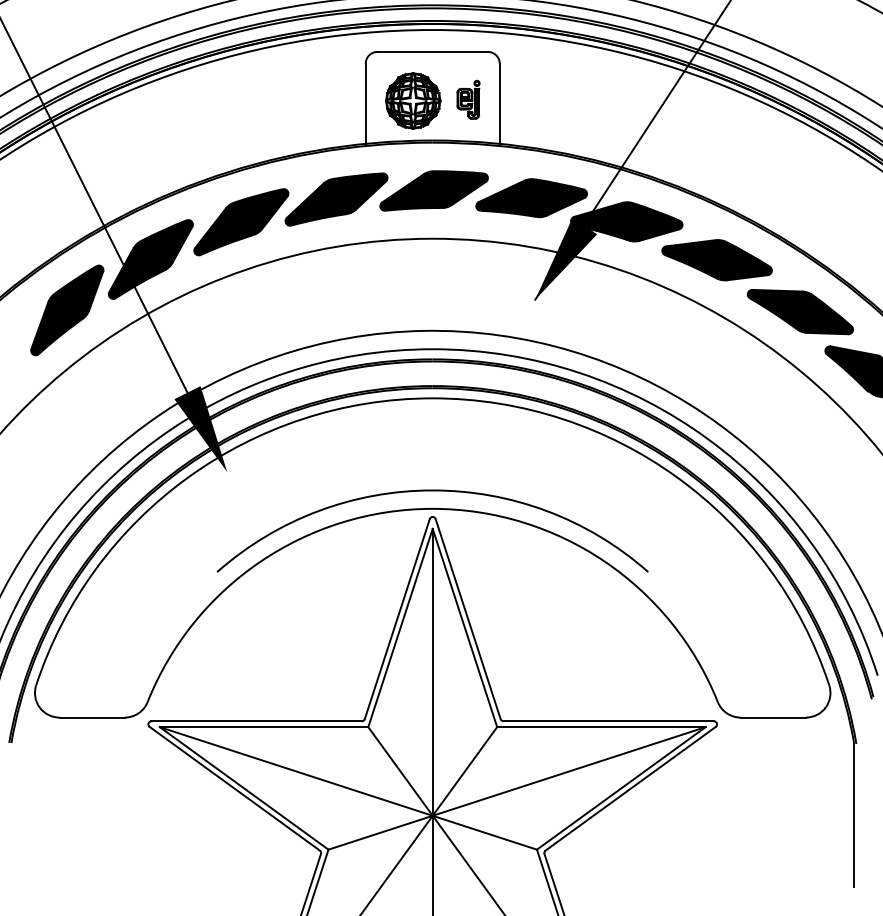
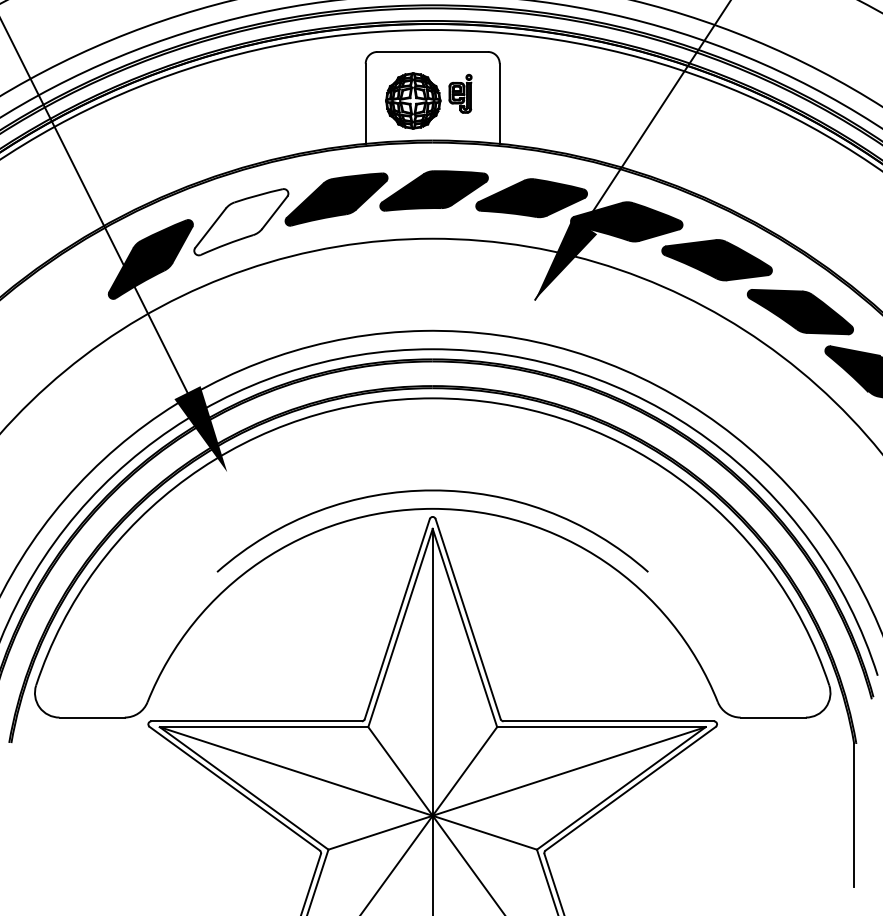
part at (468, 99) position: (468, 99) -> (460, 93)
fill at (241, 222): present -> none
part at (67, 310): present -> none
